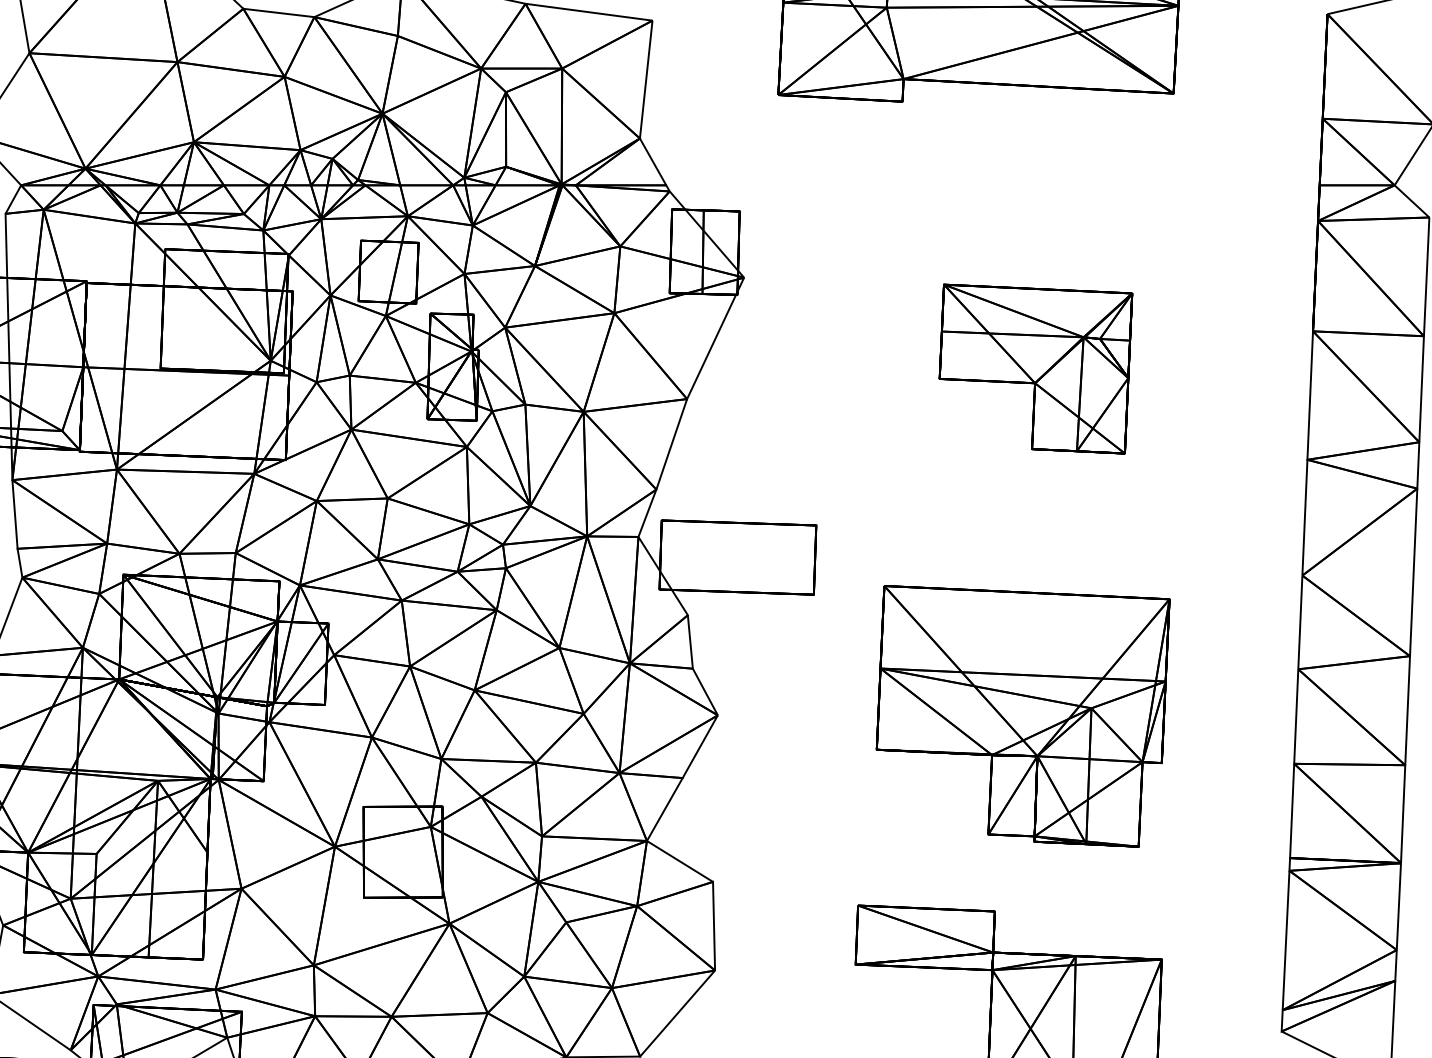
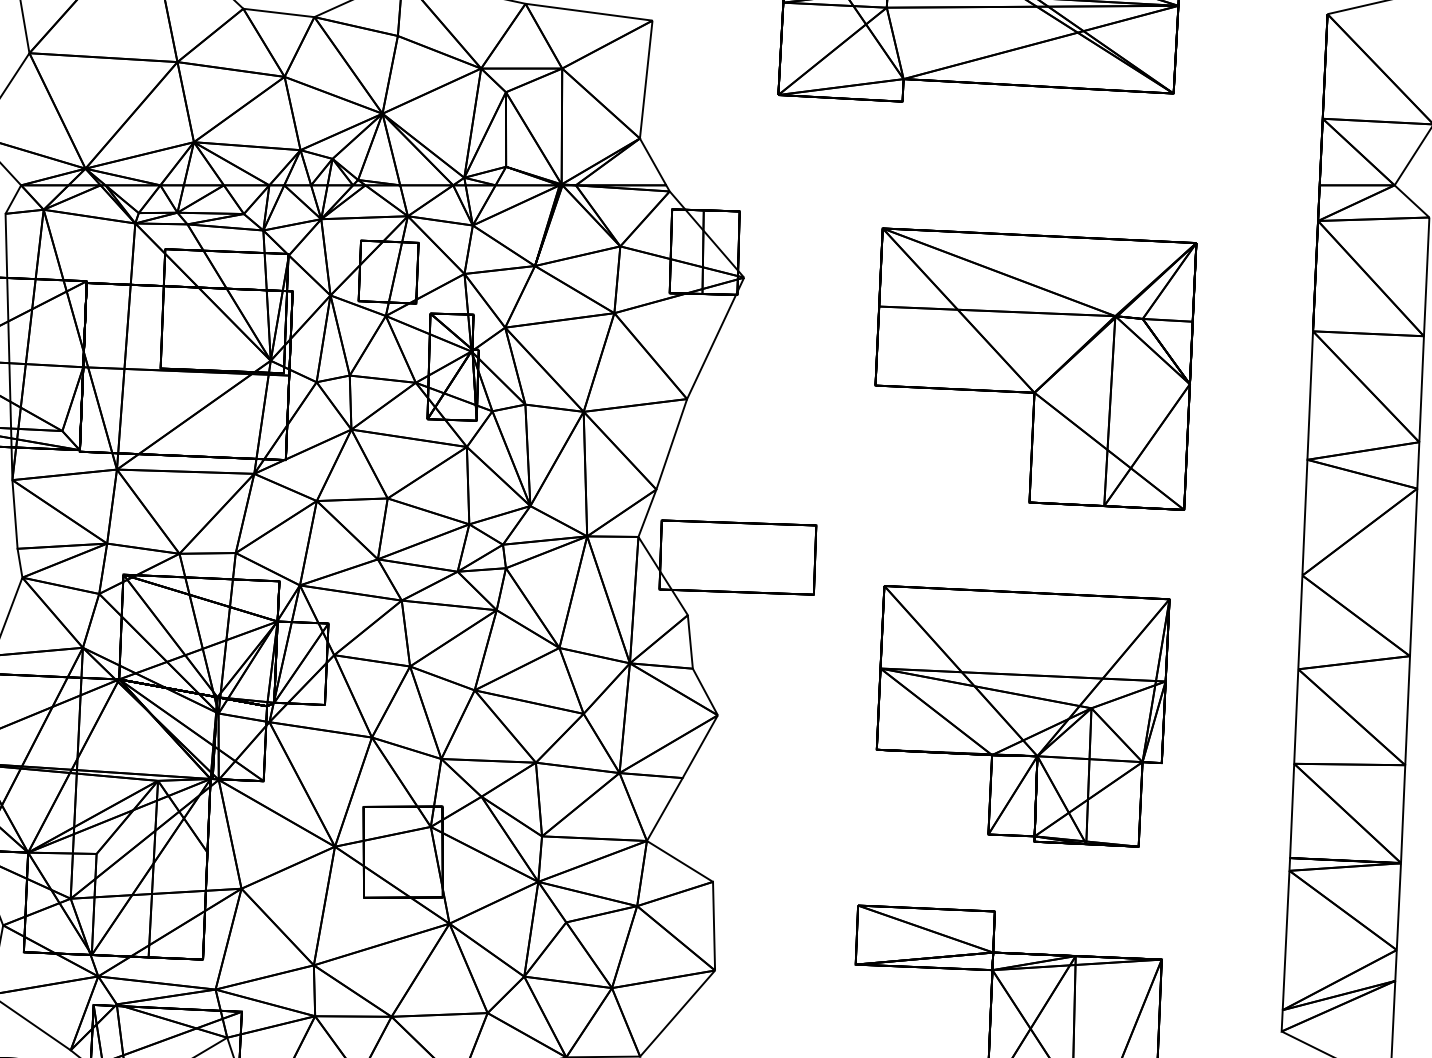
part at (1035, 368) size: 196x172 px -> 324x284 px
